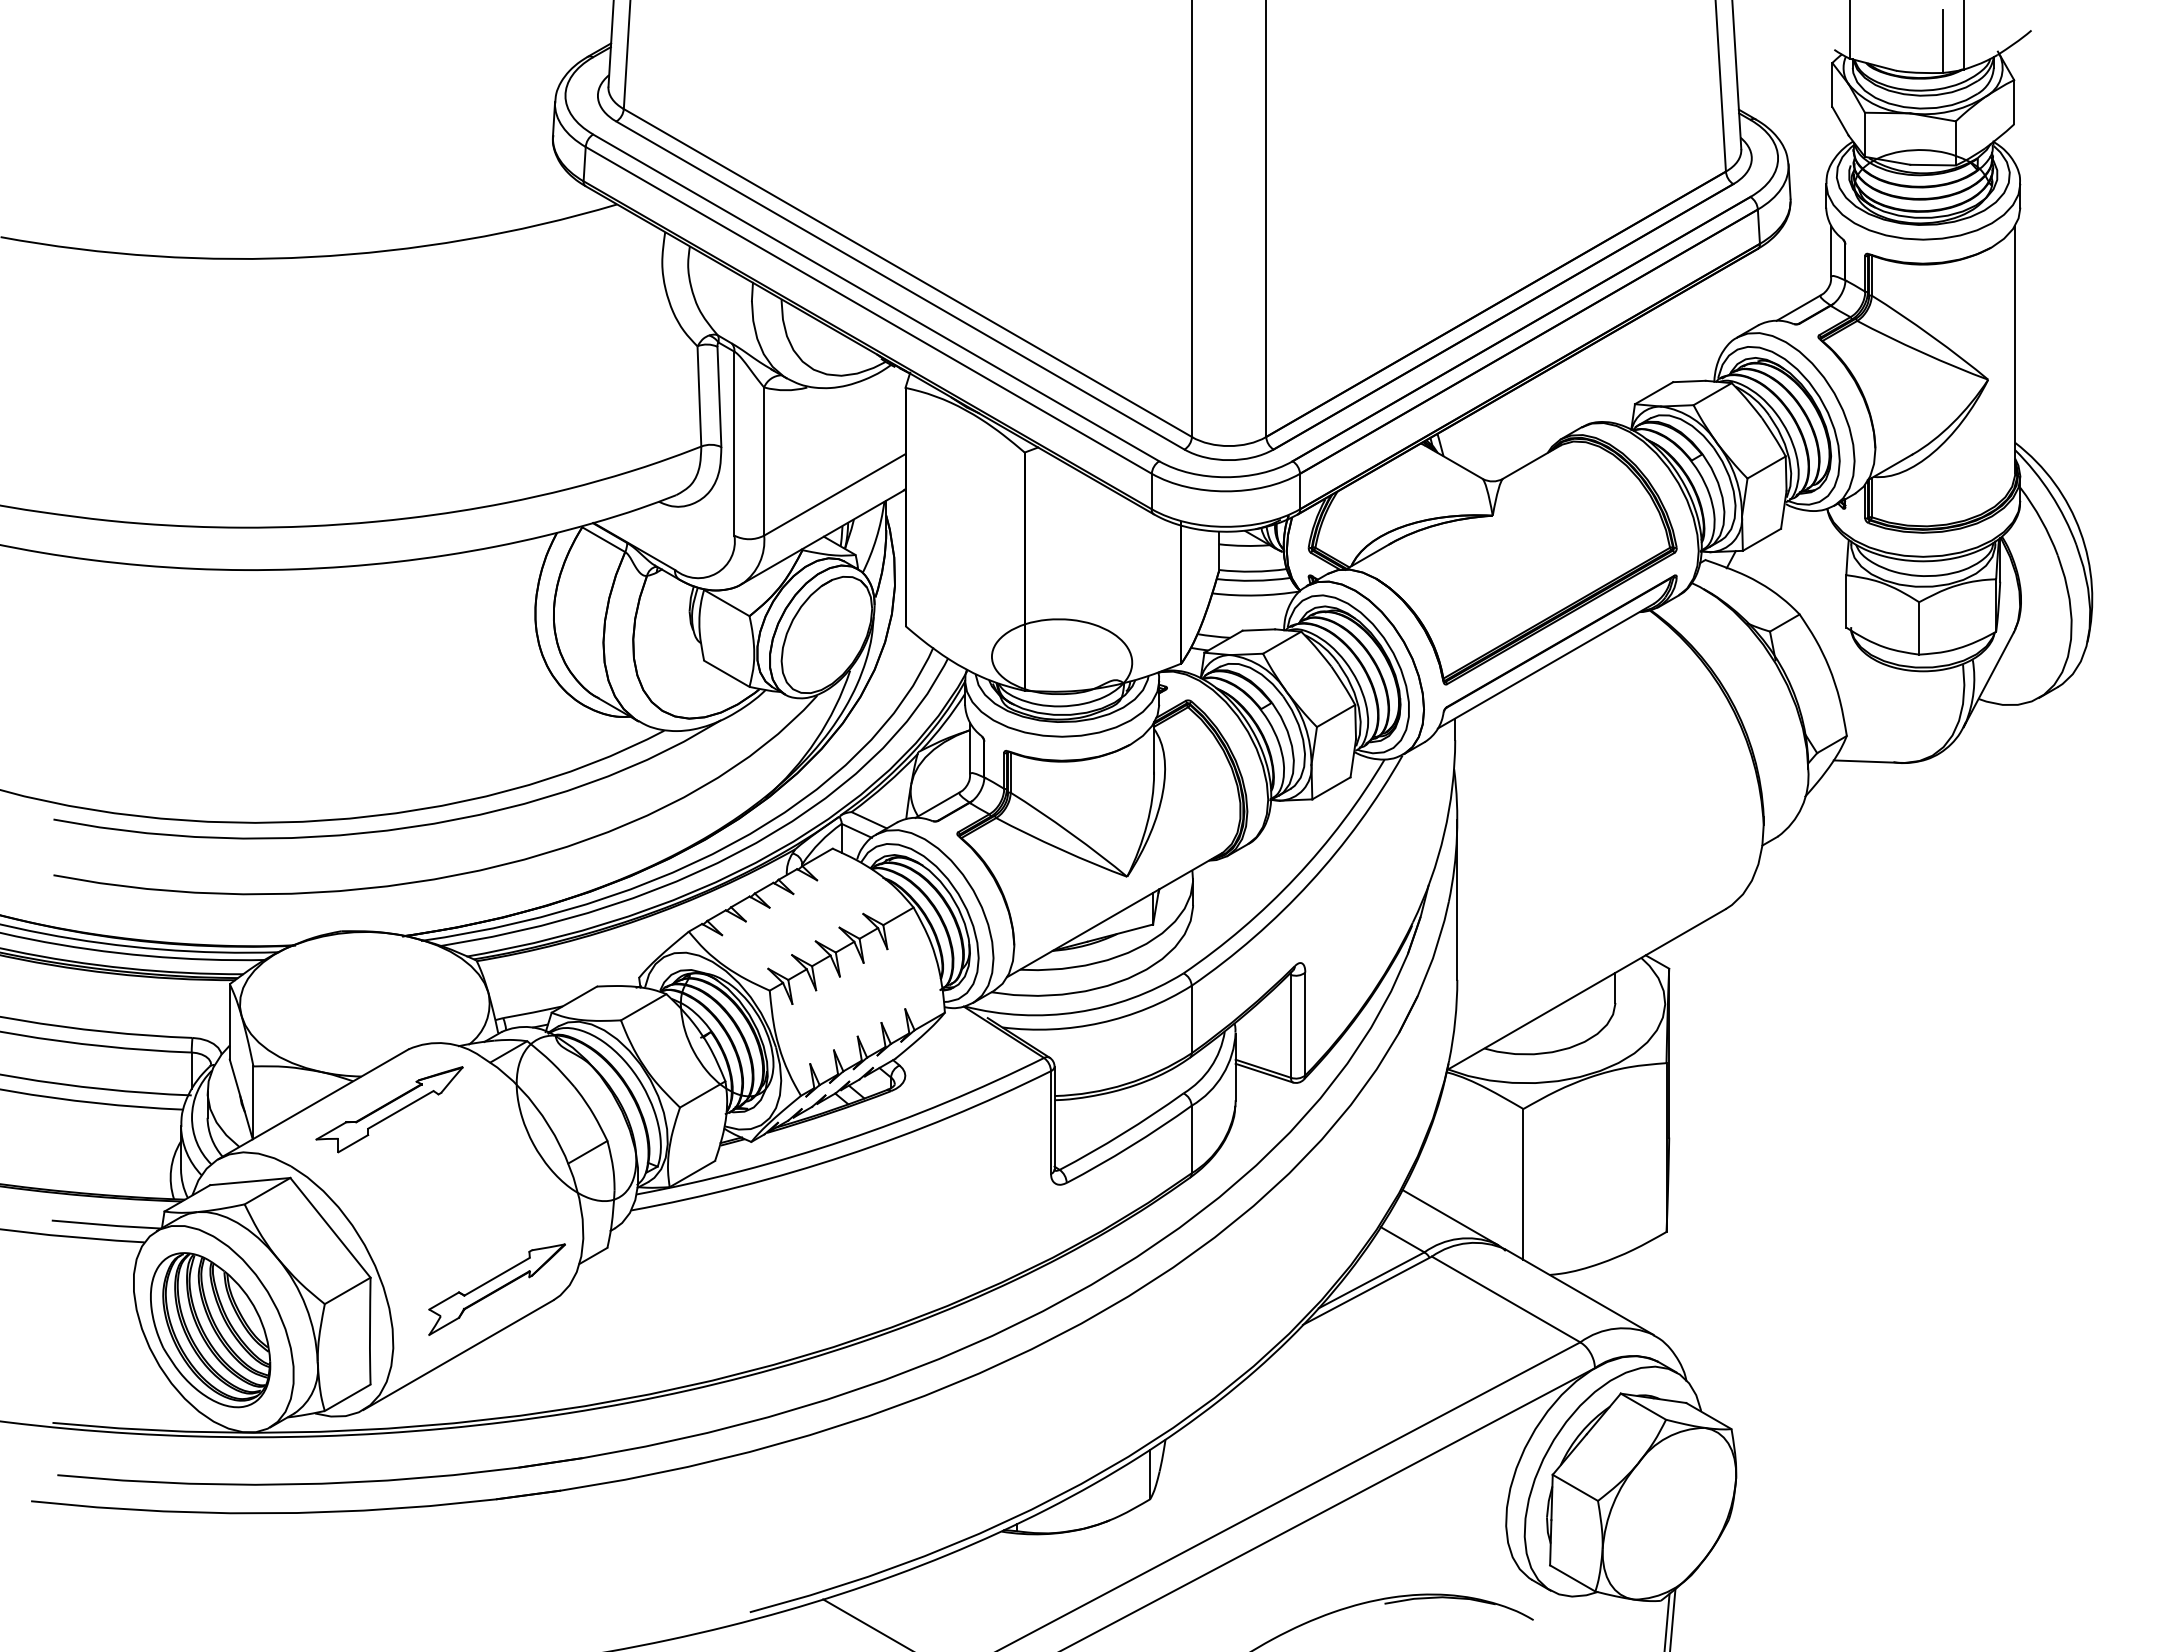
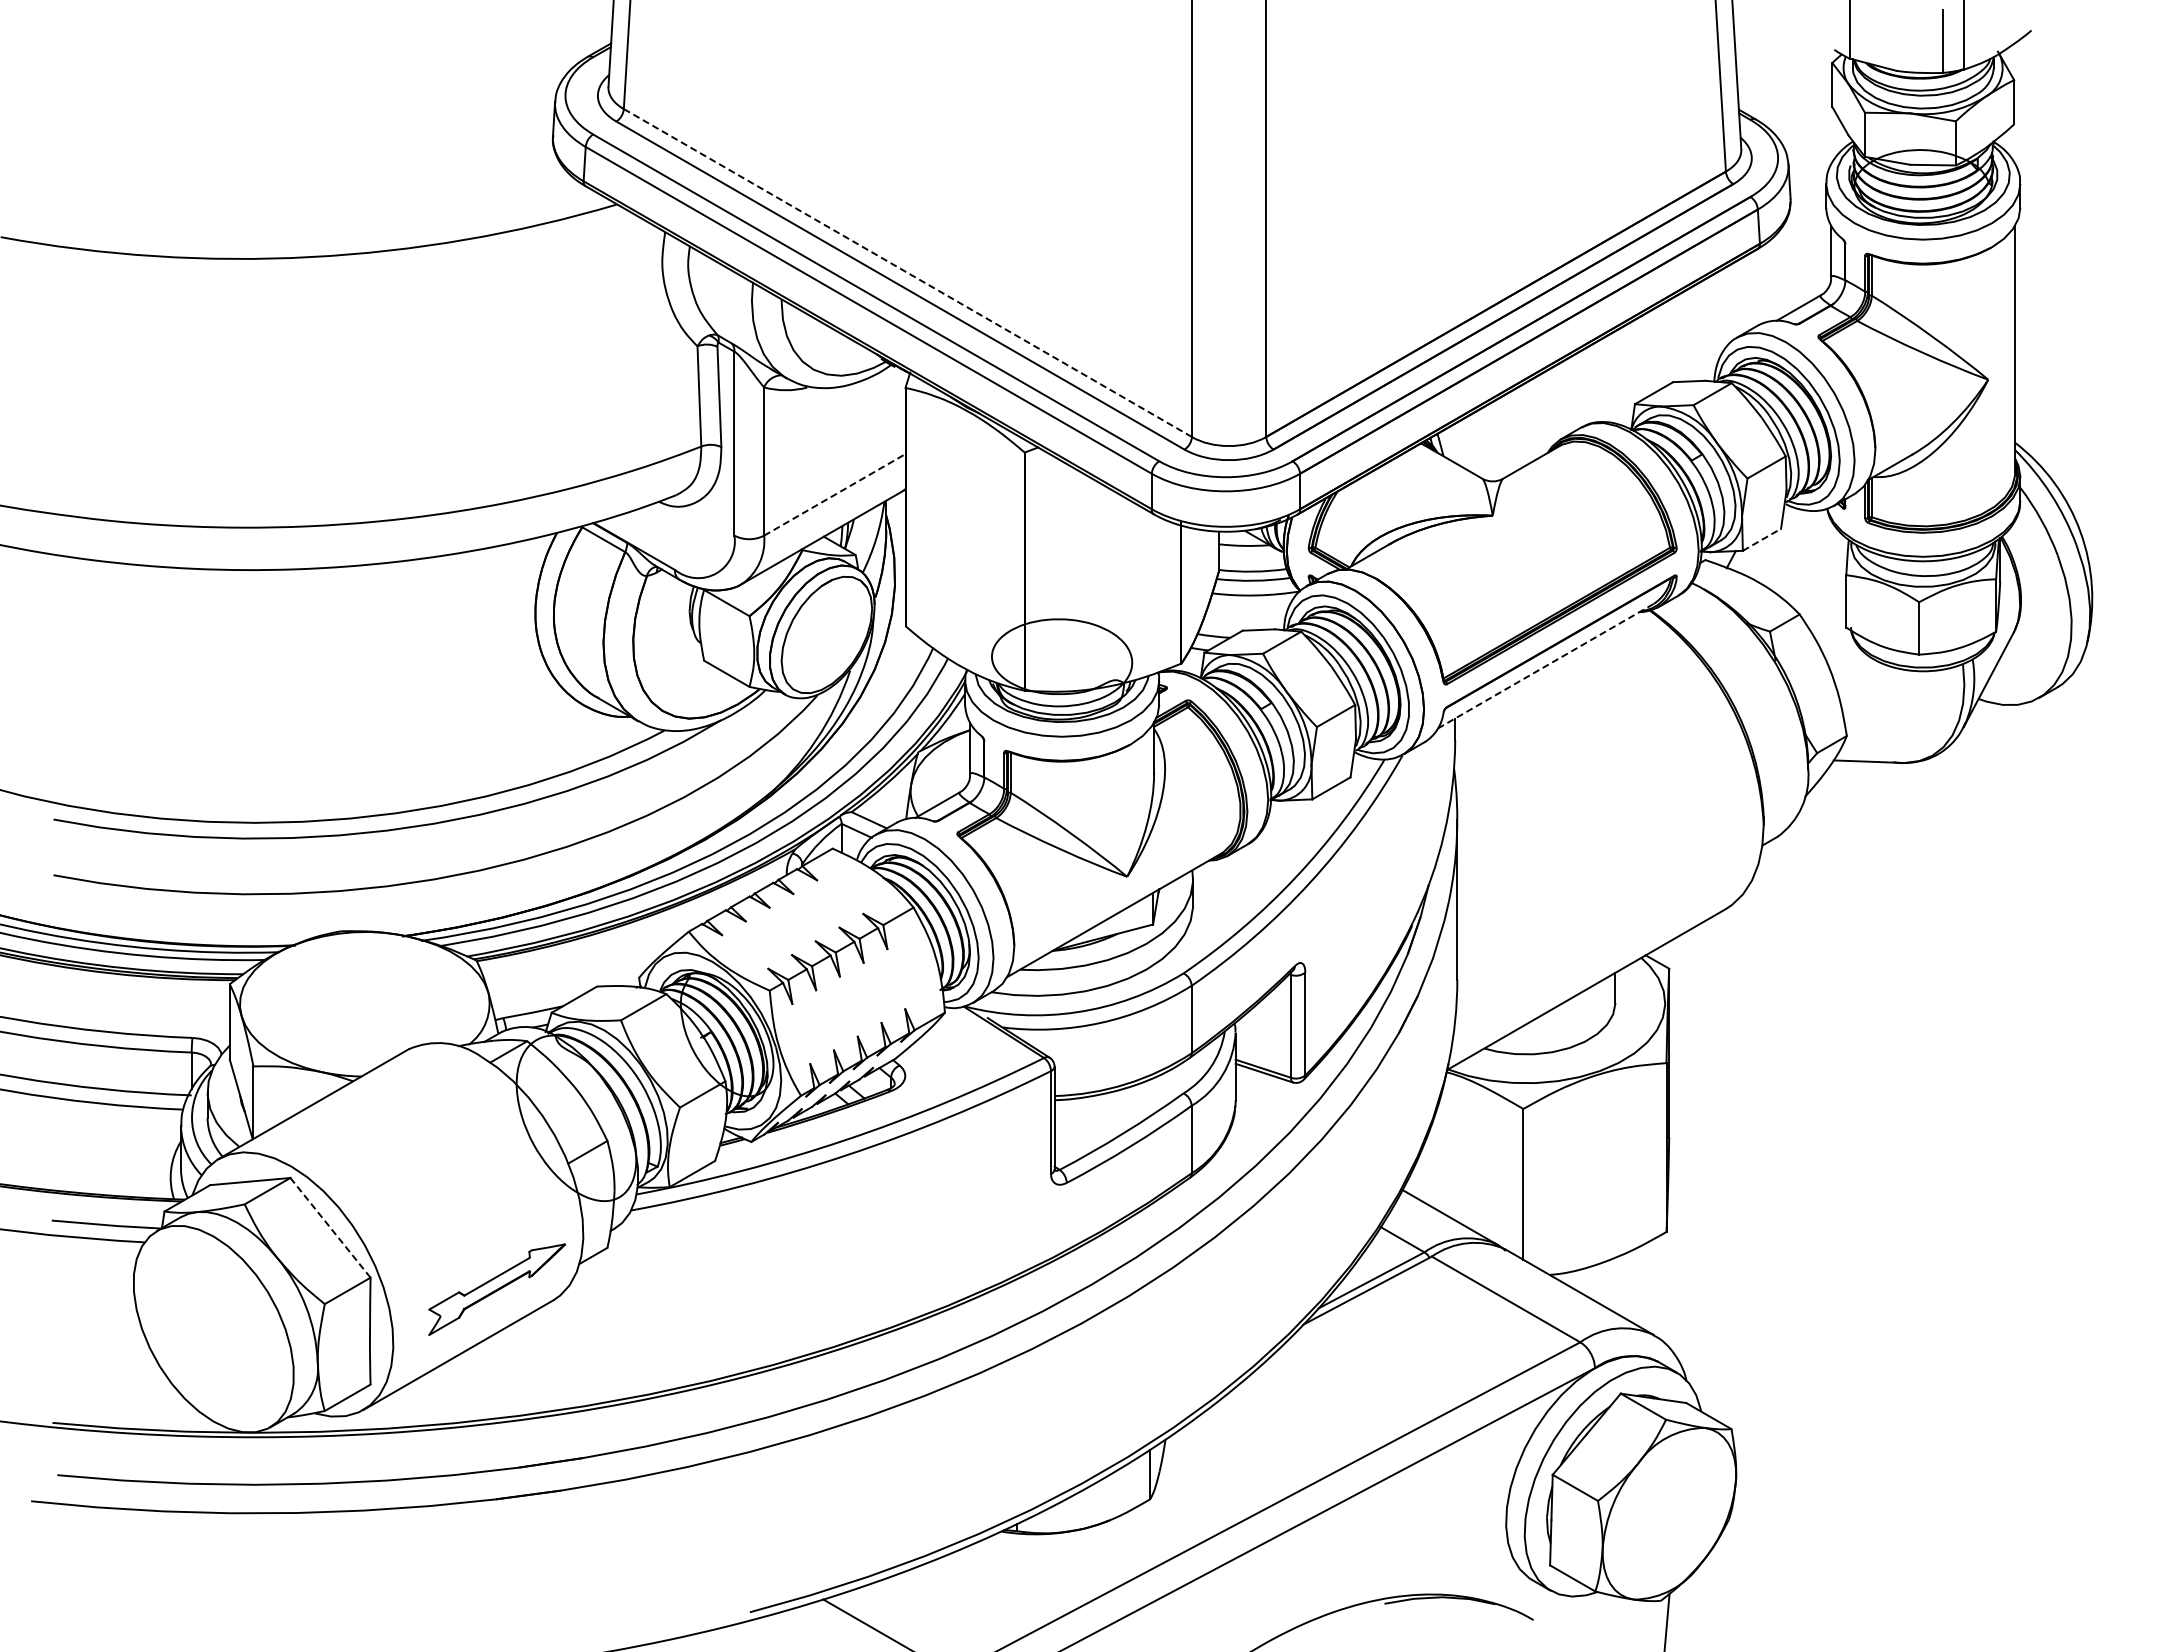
line at (907, 273): solid -> dashed
line at (834, 494): solid -> dashed
line at (1762, 539): solid -> dashed
line at (1545, 666): solid -> dashed
part at (389, 1109): present -> none
line at (330, 1227): solid -> dashed
part at (210, 1330): present -> none
line at (1672, 1618): present -> none
